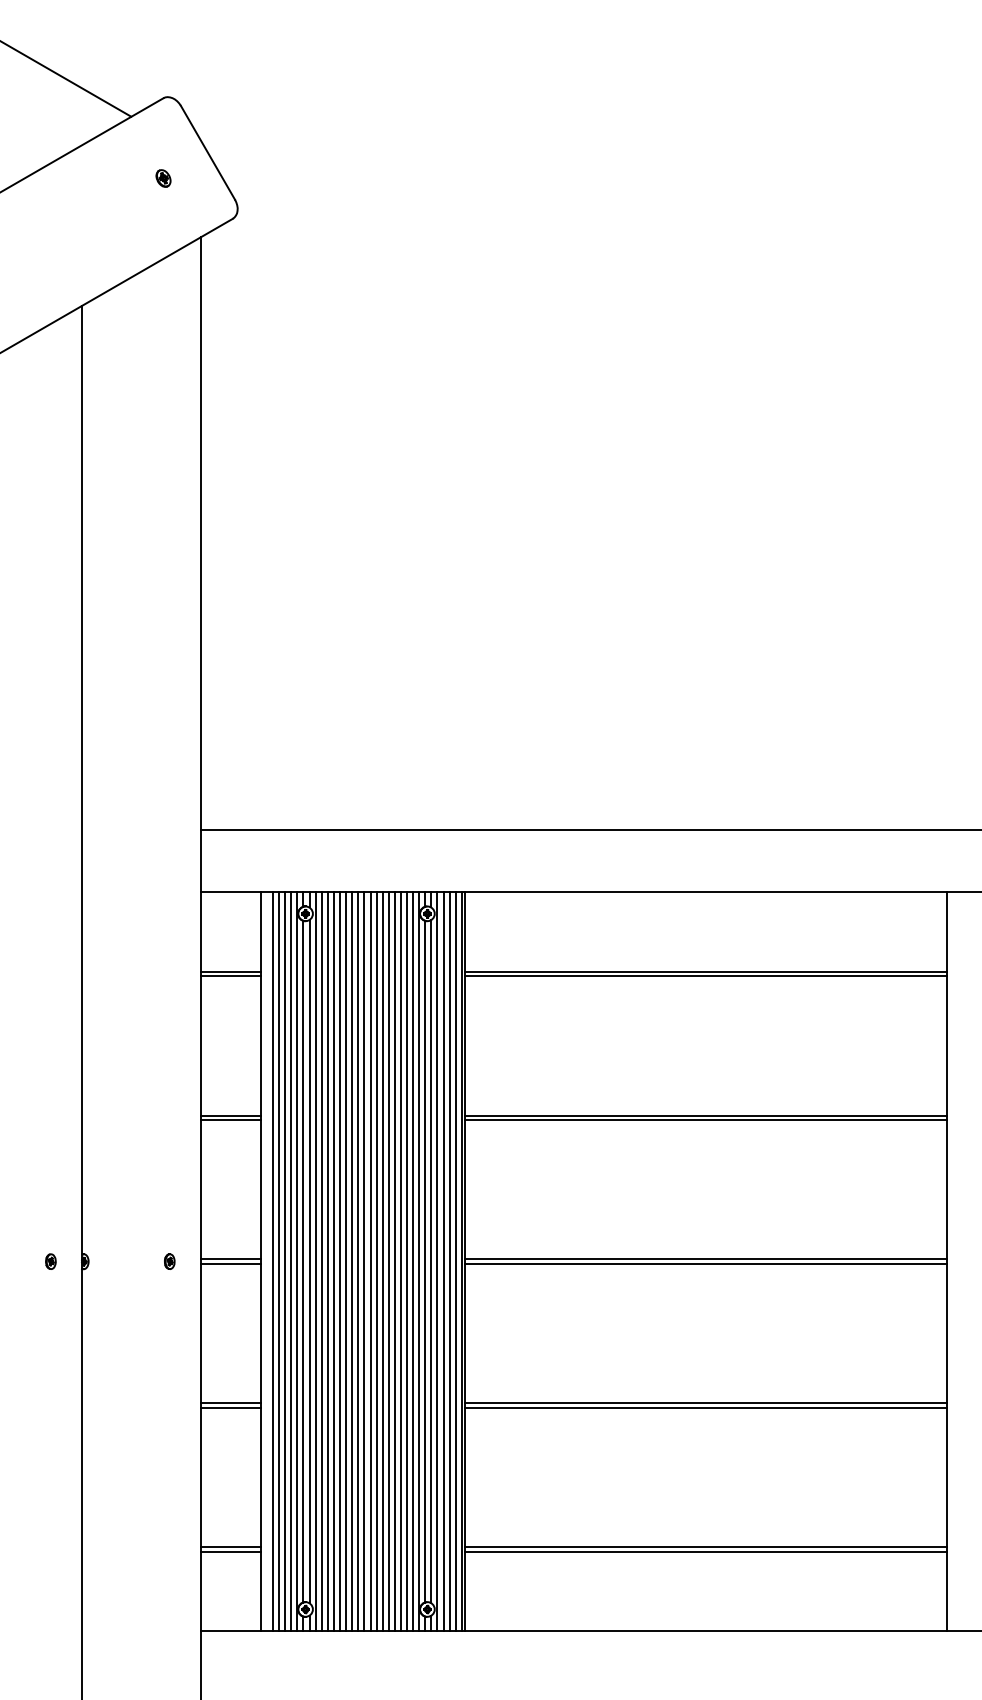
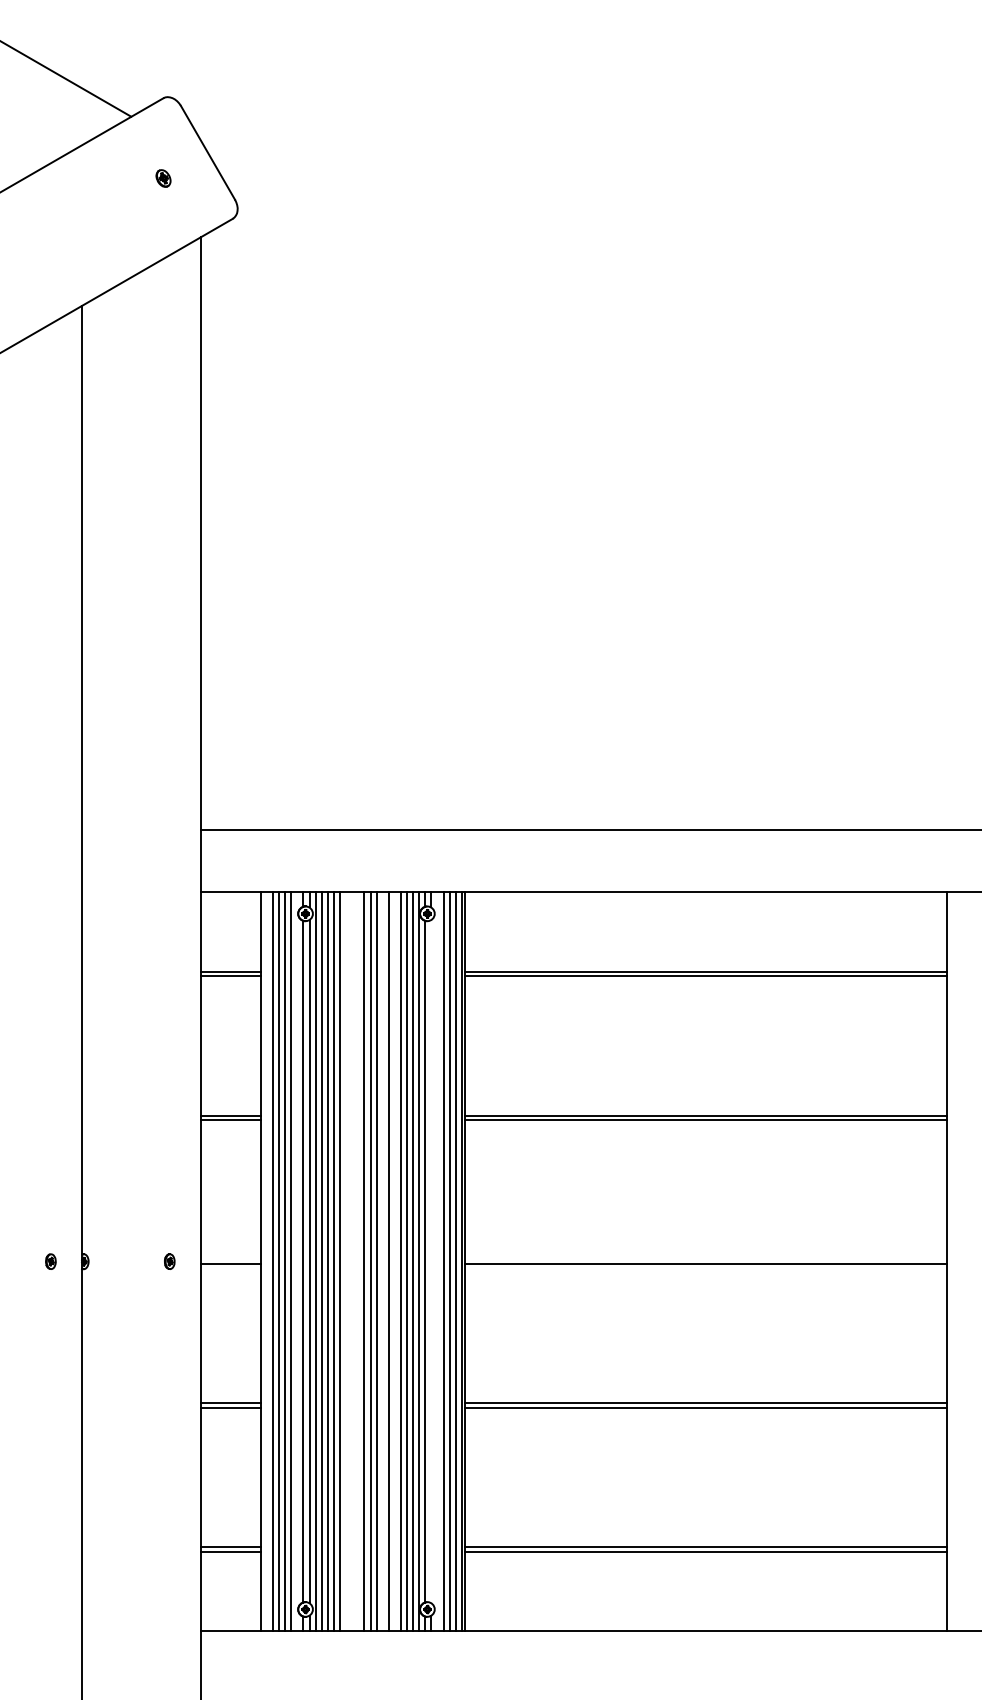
line at (230, 1259): present -> none
line at (705, 1259): present -> none
line at (297, 1261): present -> none
line at (346, 1261): present -> none
line at (352, 1261): present -> none
line at (358, 1261): present -> none
line at (382, 1261): present -> none
line at (394, 1261): present -> none
line at (431, 1261): present -> none
line at (437, 1261): present -> none
